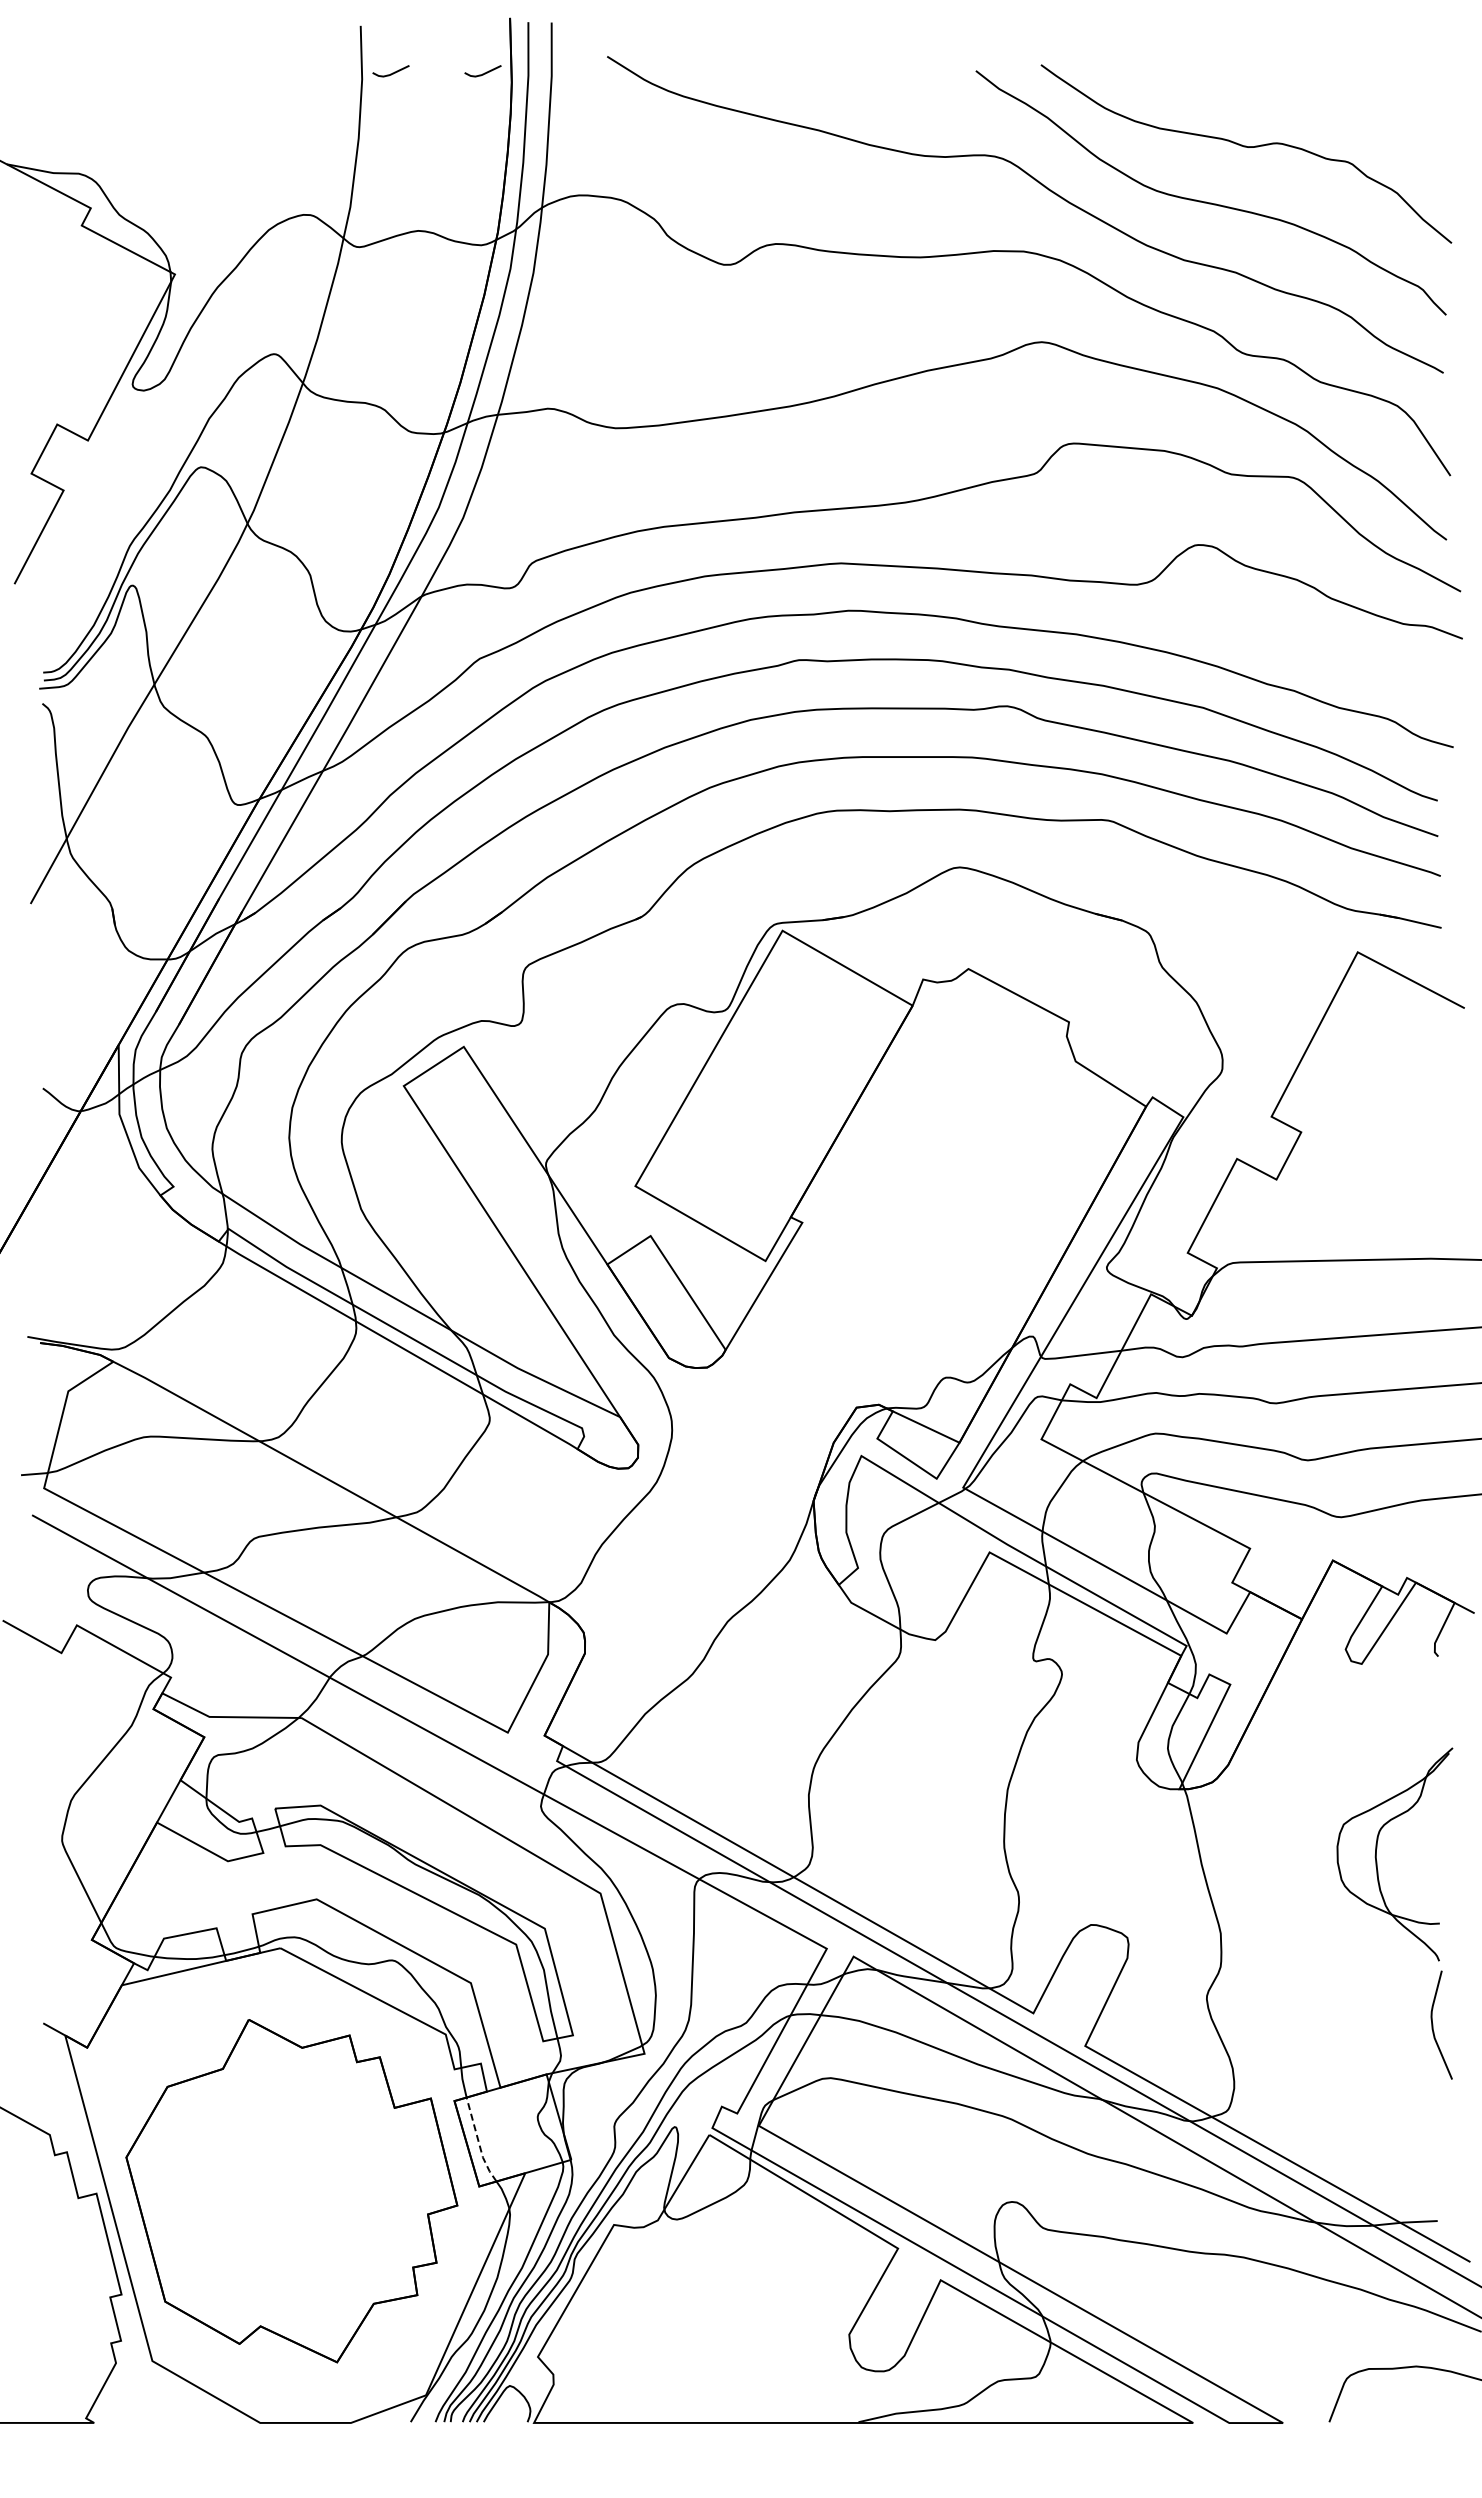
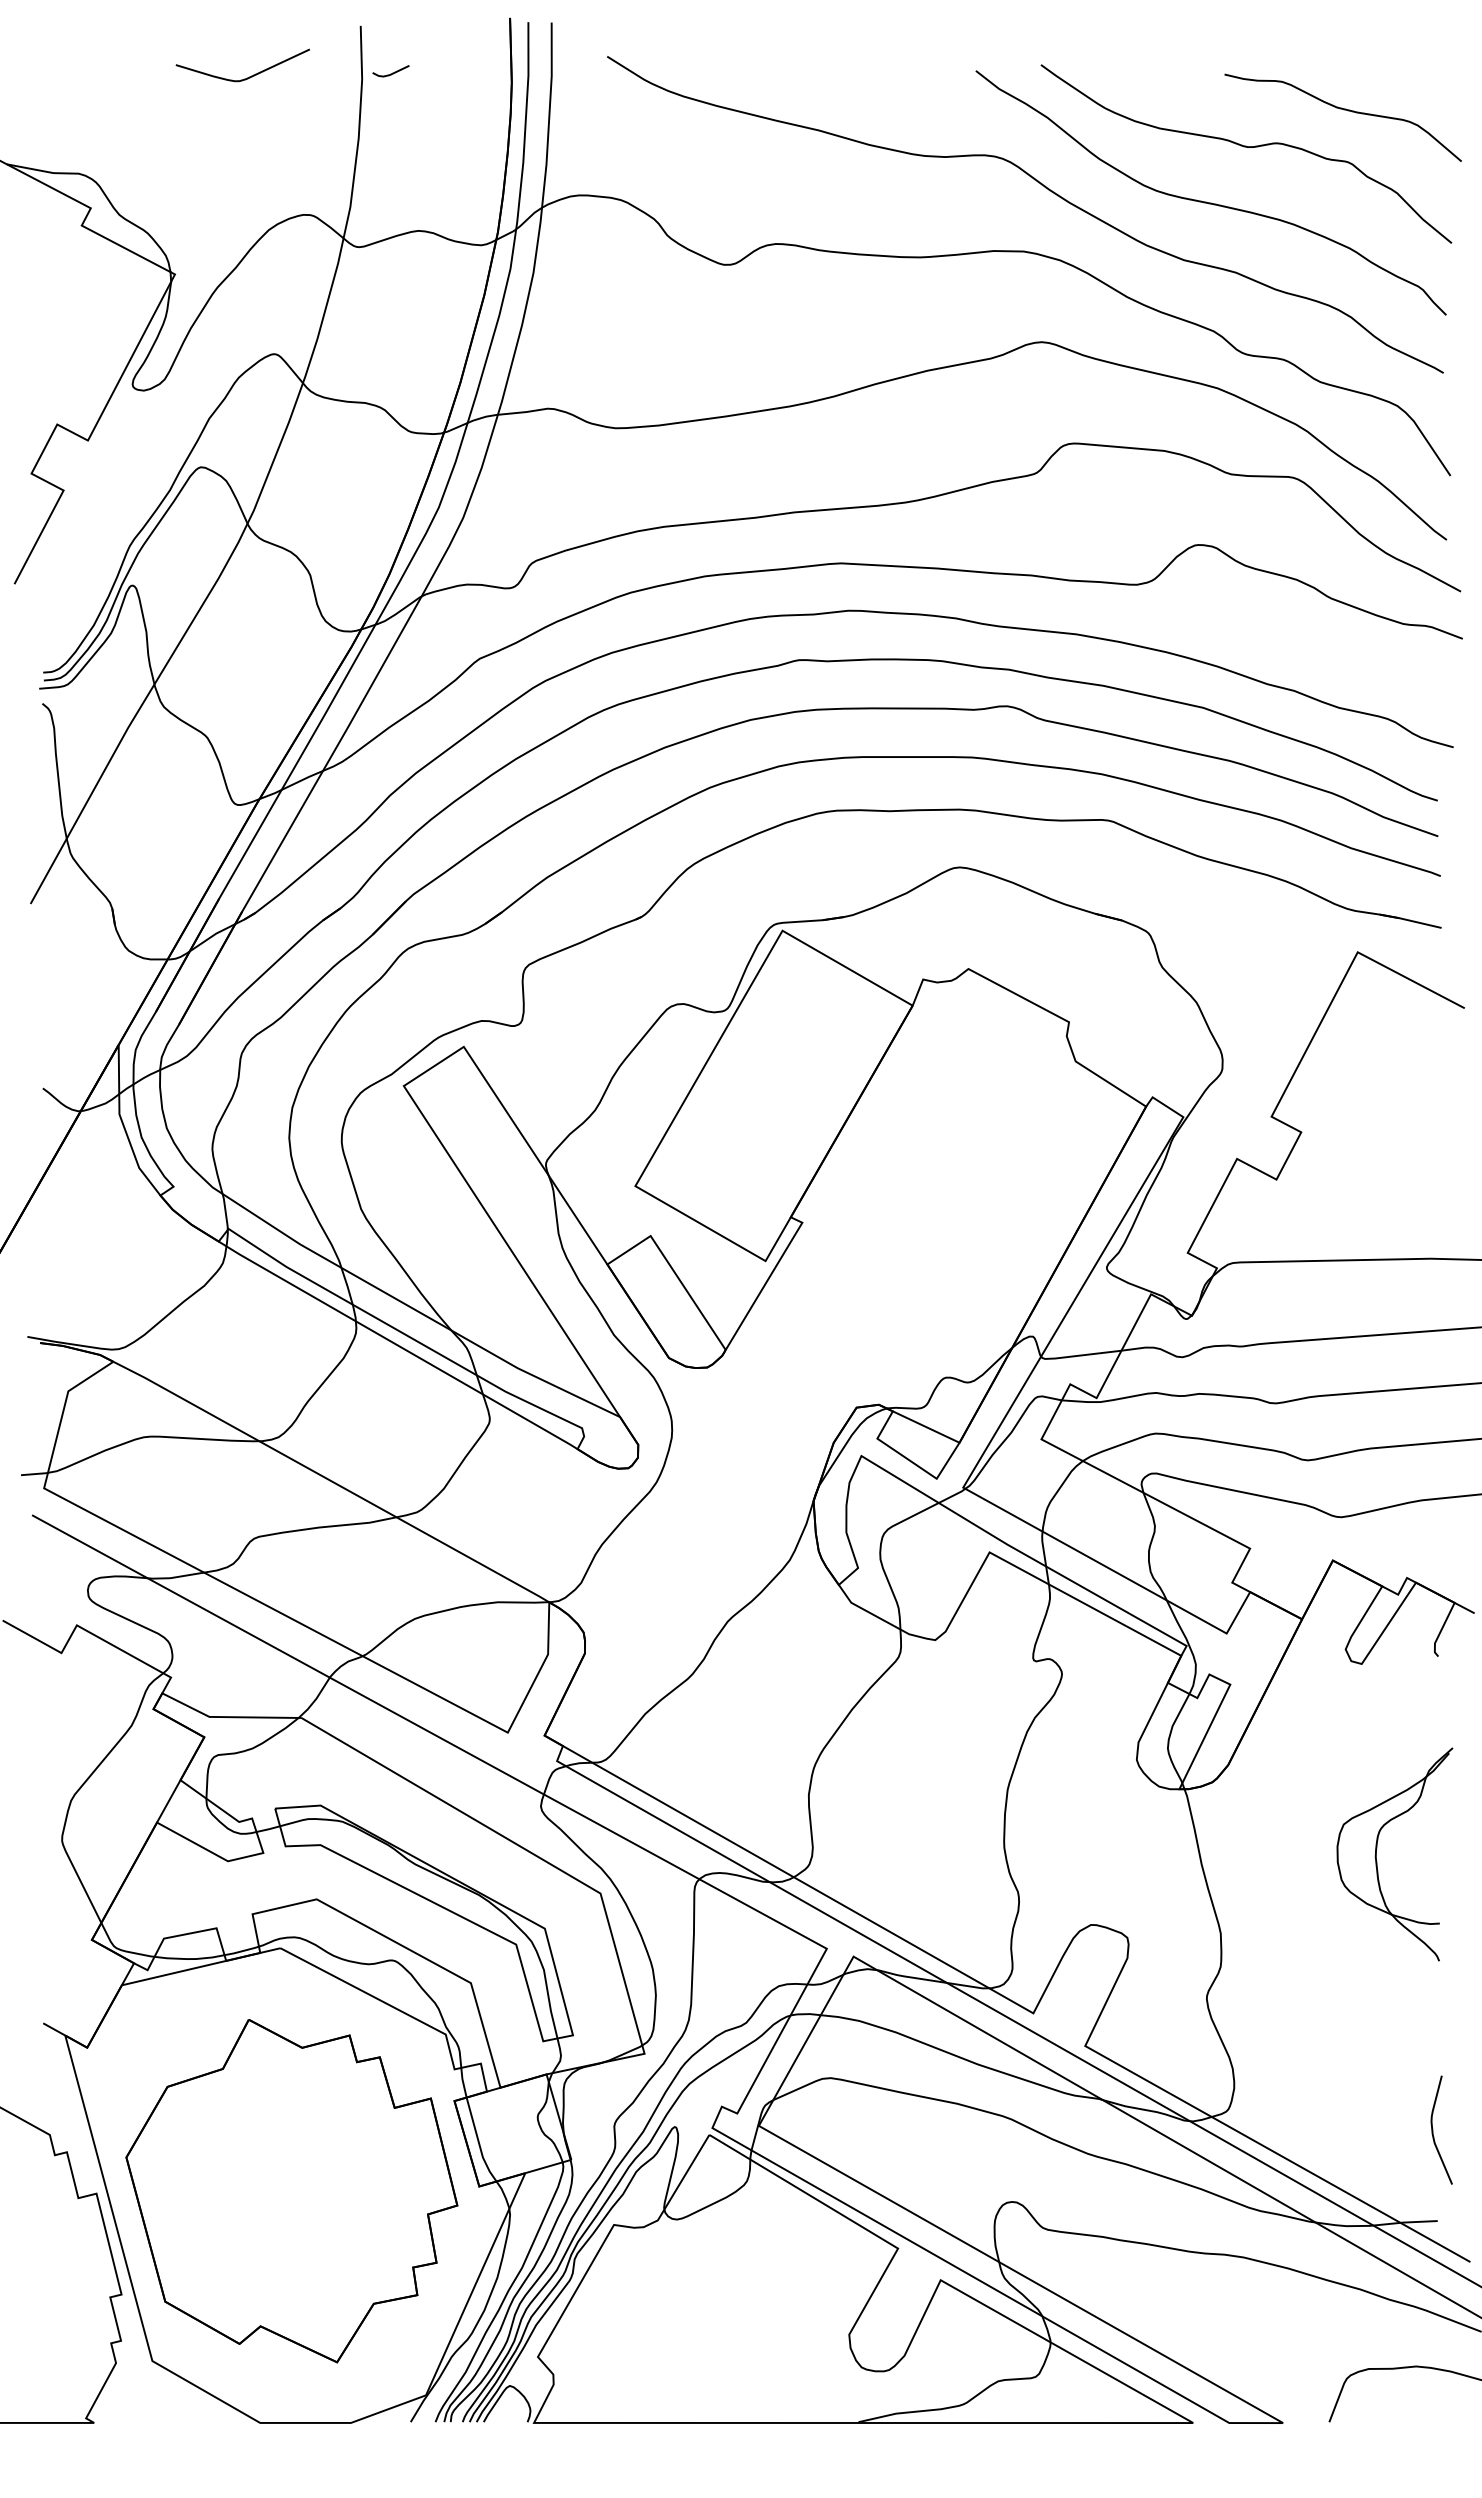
line at (482, 73): present -> none
curve at (247, 77): none -> present
curve at (1344, 110): none -> present
curve at (1433, 2024) position: (1433, 2024) -> (1433, 2129)
line at (478, 2142): dashed -> solid
